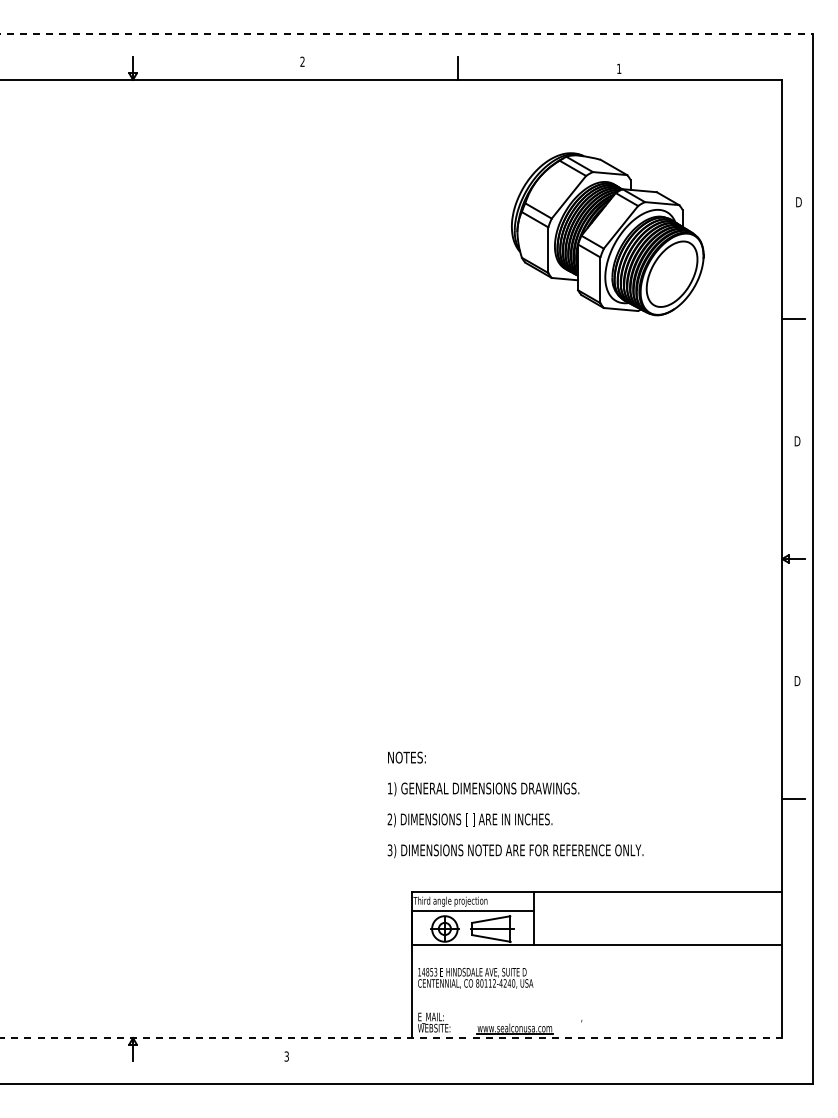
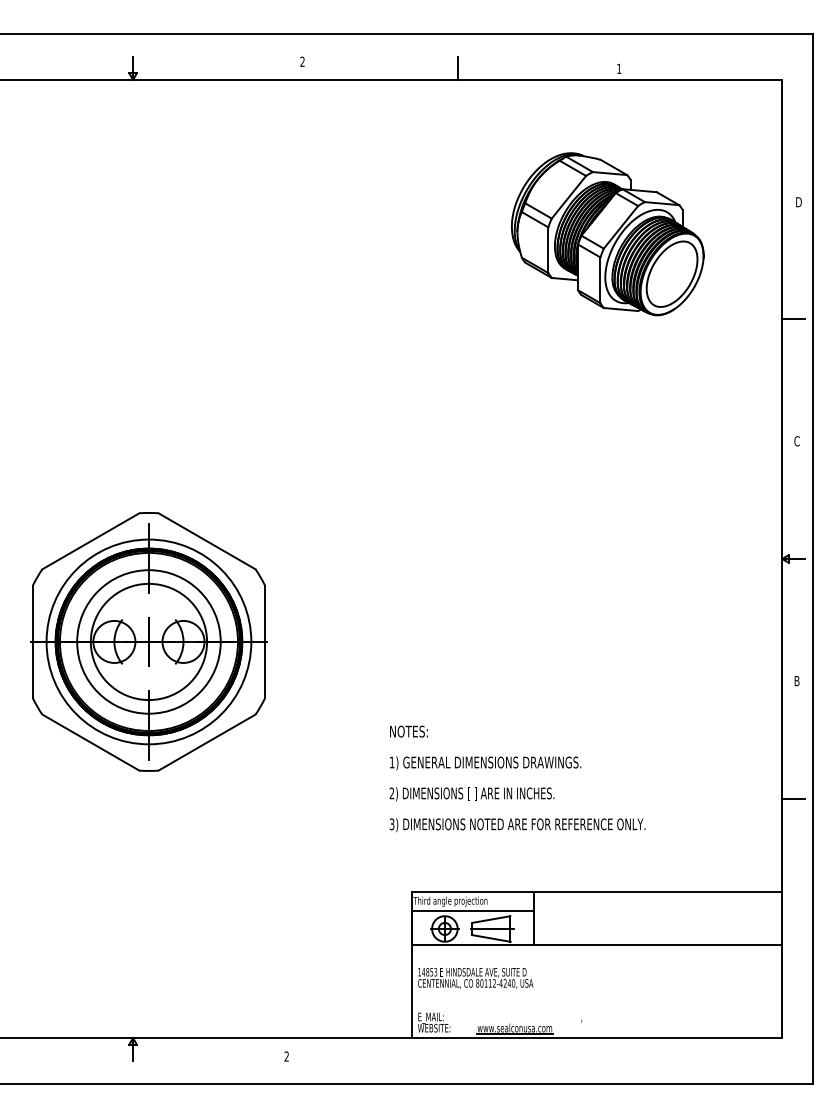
line at (407, 33): dashed -> solid
text at (797, 441): D -> C
part at (148, 641): none -> present
text at (797, 680): D -> B
text at (515, 804) position: (515, 804) -> (517, 778)
line at (391, 1038): dashed -> solid
text at (286, 1056): 3 -> 2
